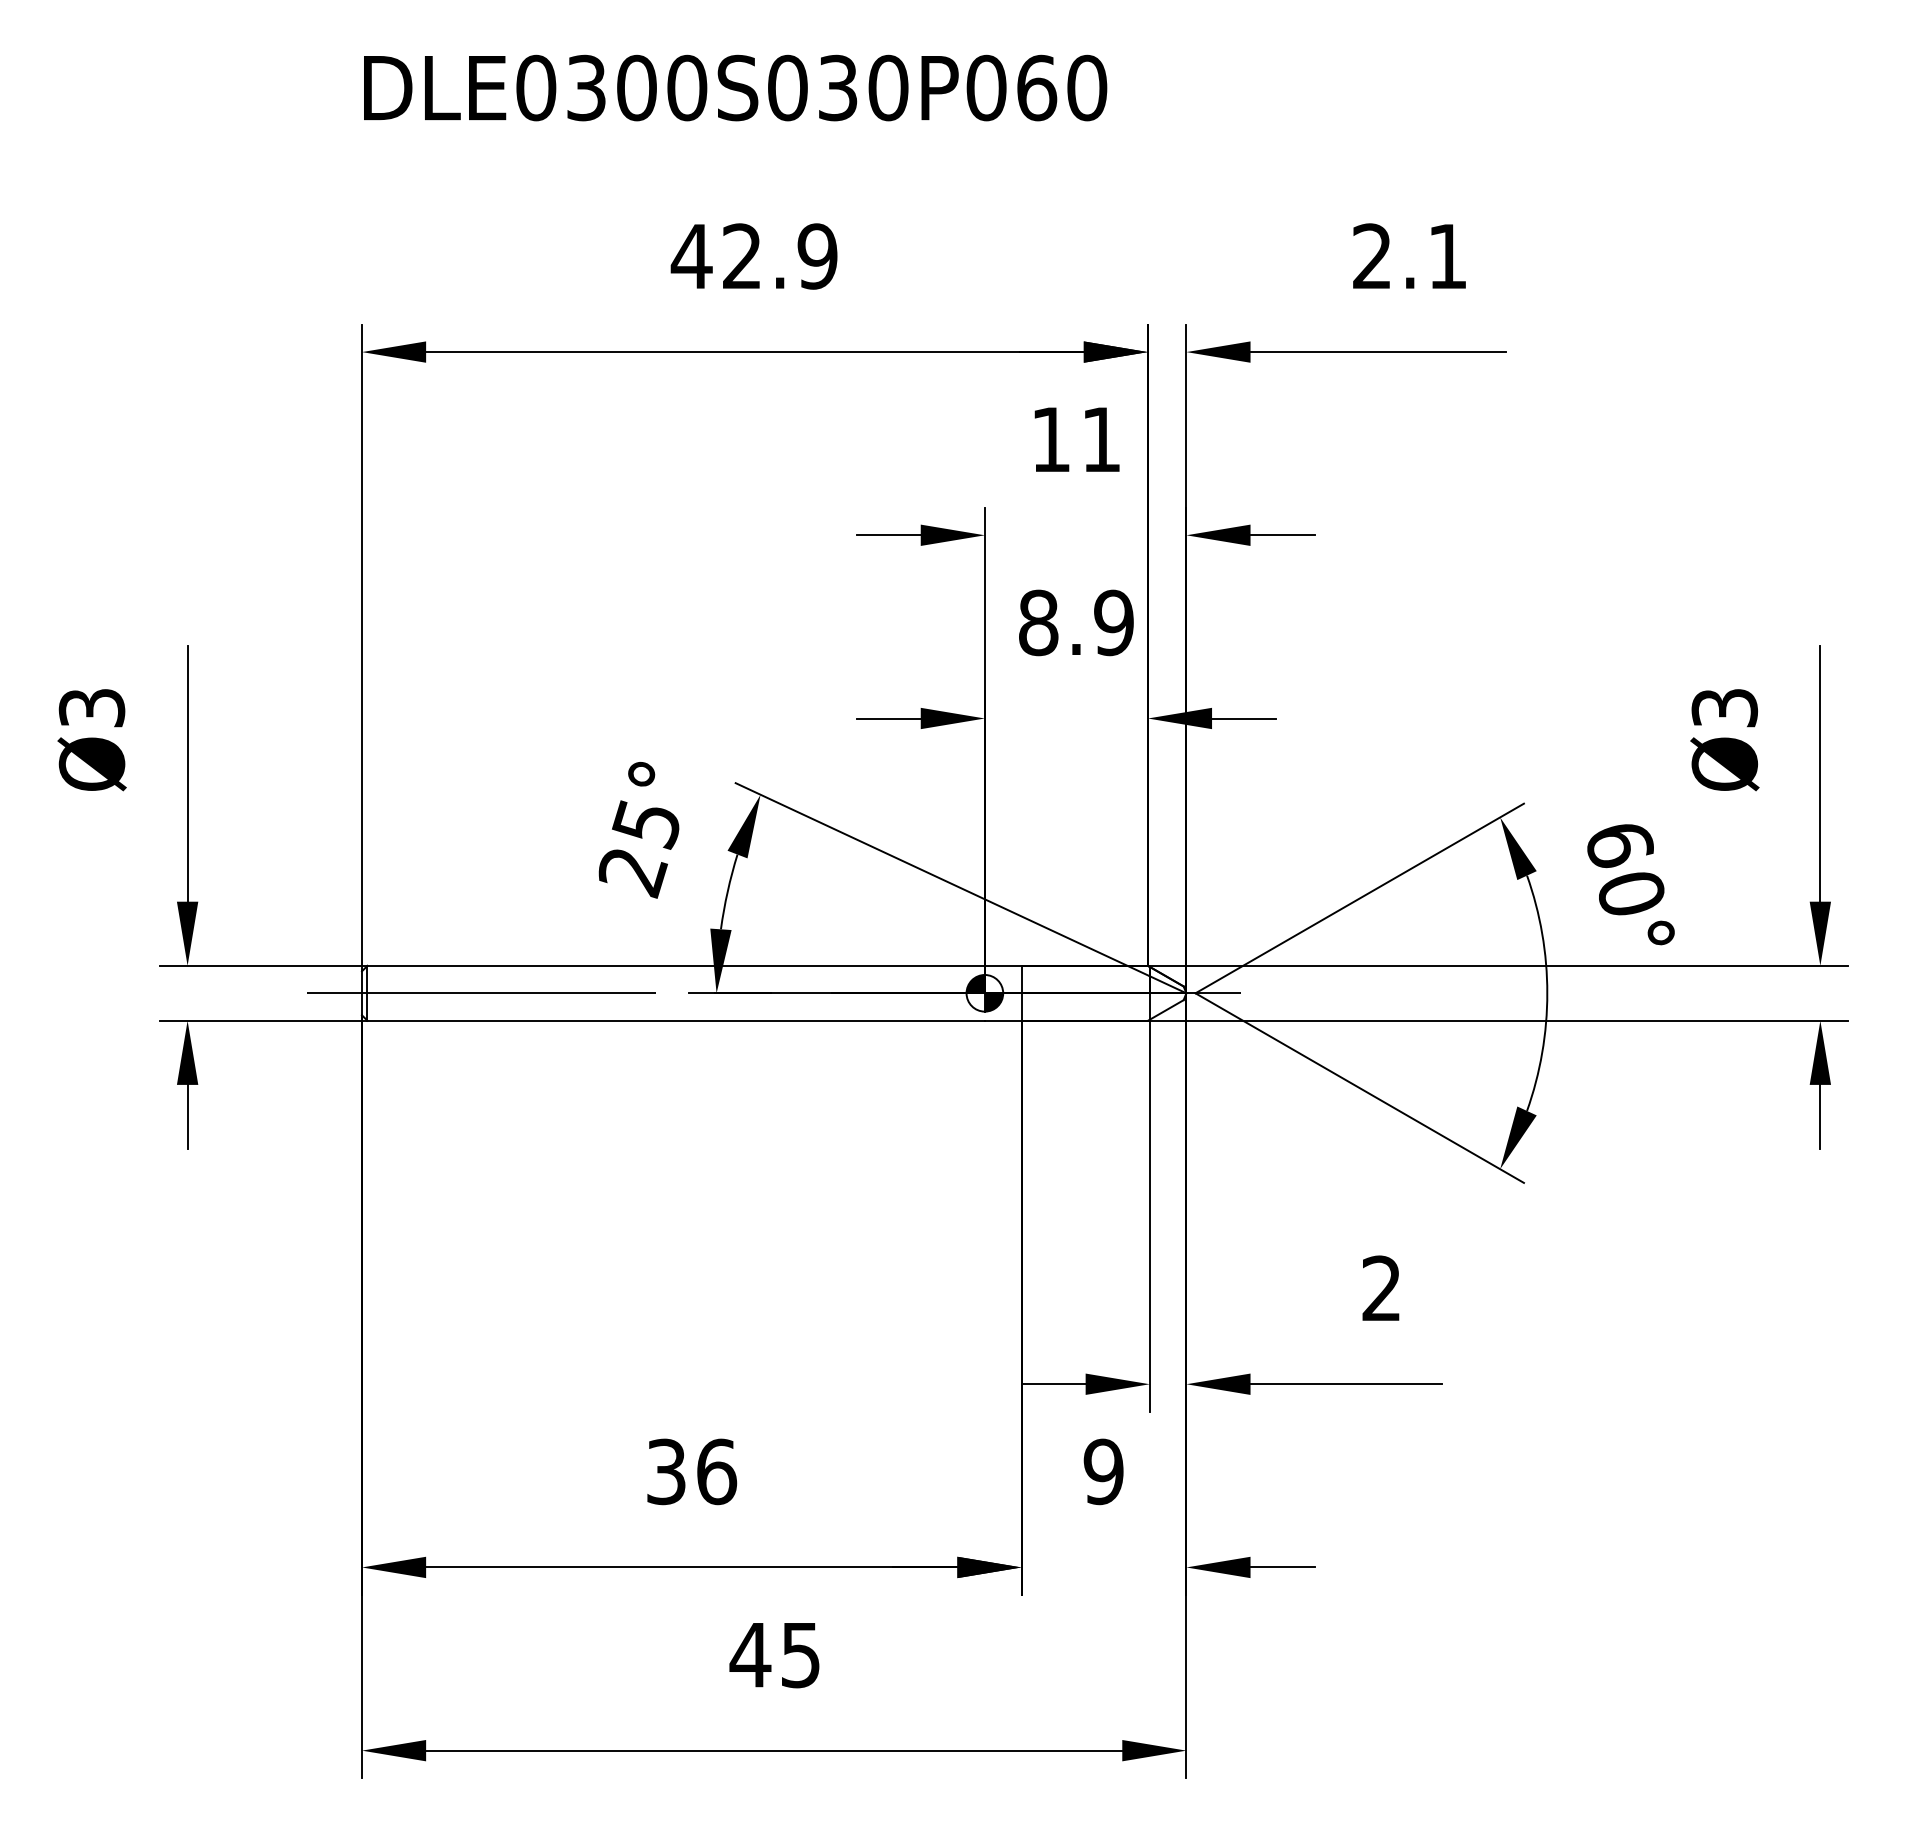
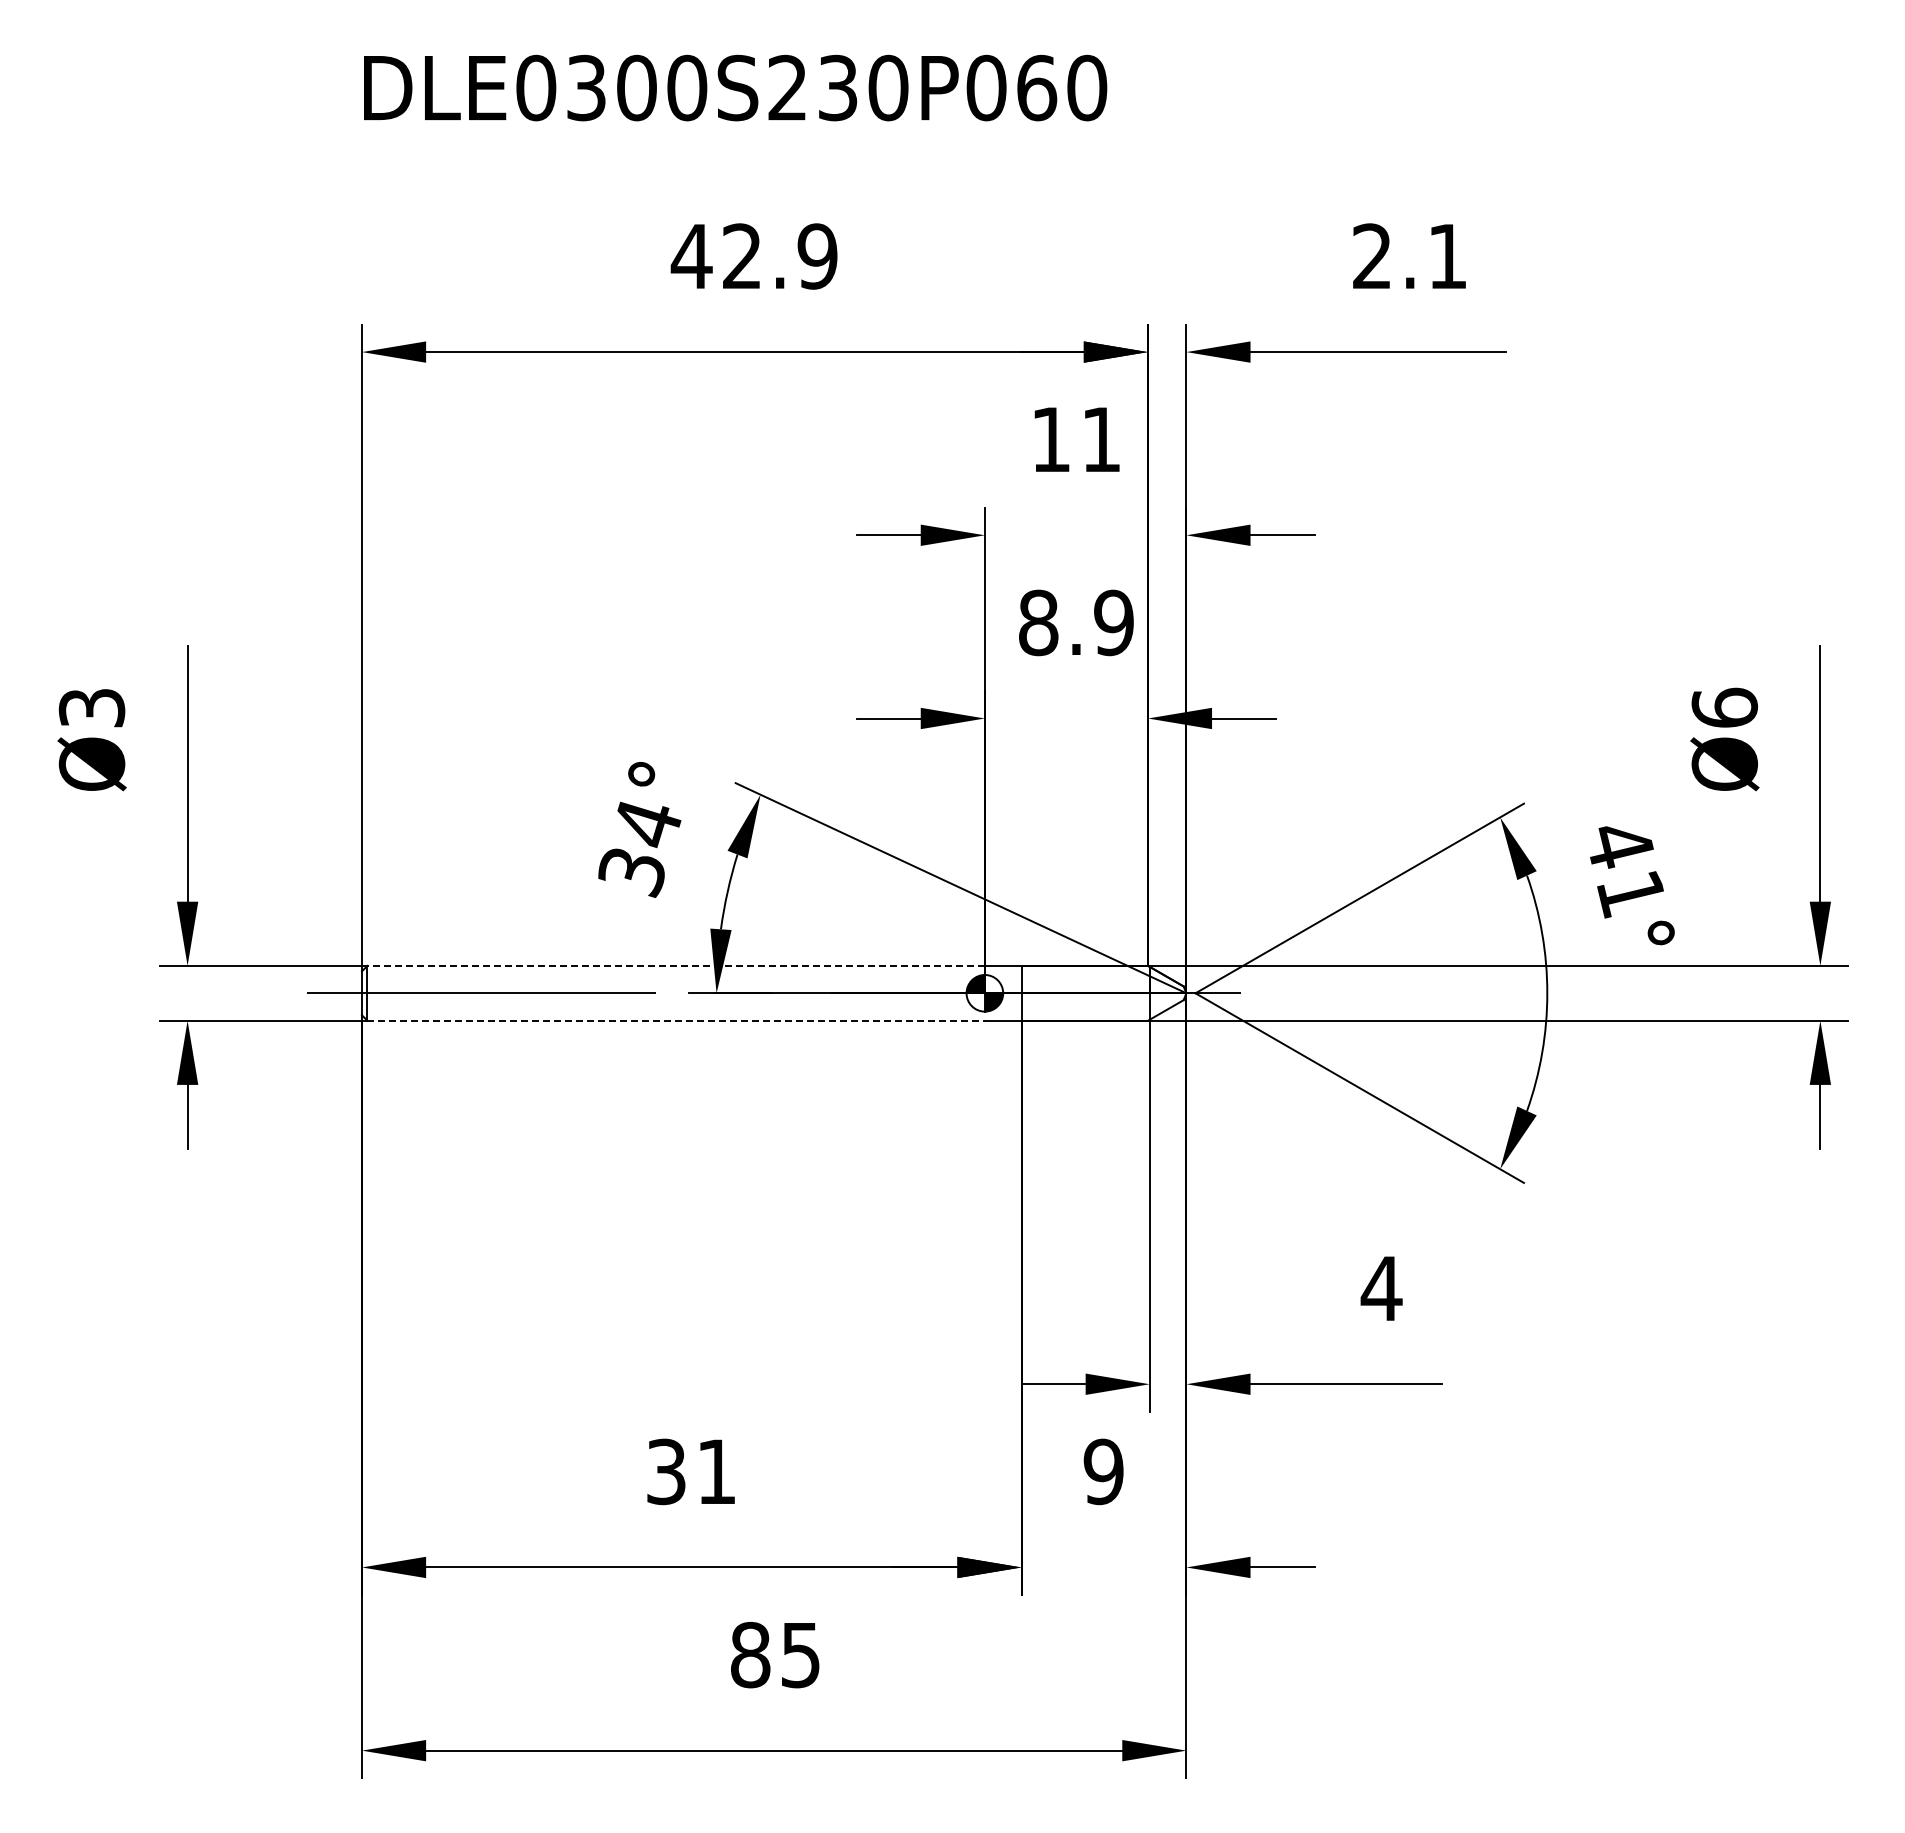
text at (787, 87): DLE0300S030P060 -> DLE0300S230P060
text at (1724, 707): Ø3 -> Ø6
text at (639, 849): 25° -> 34°
text at (1625, 871): 60° -> 41°
line at (676, 965): solid -> dashed
line at (676, 1020): solid -> dashed
text at (1381, 1287): 2 -> 4
text at (717, 1471): 36 -> 31
text at (750, 1654): 45 -> 85
